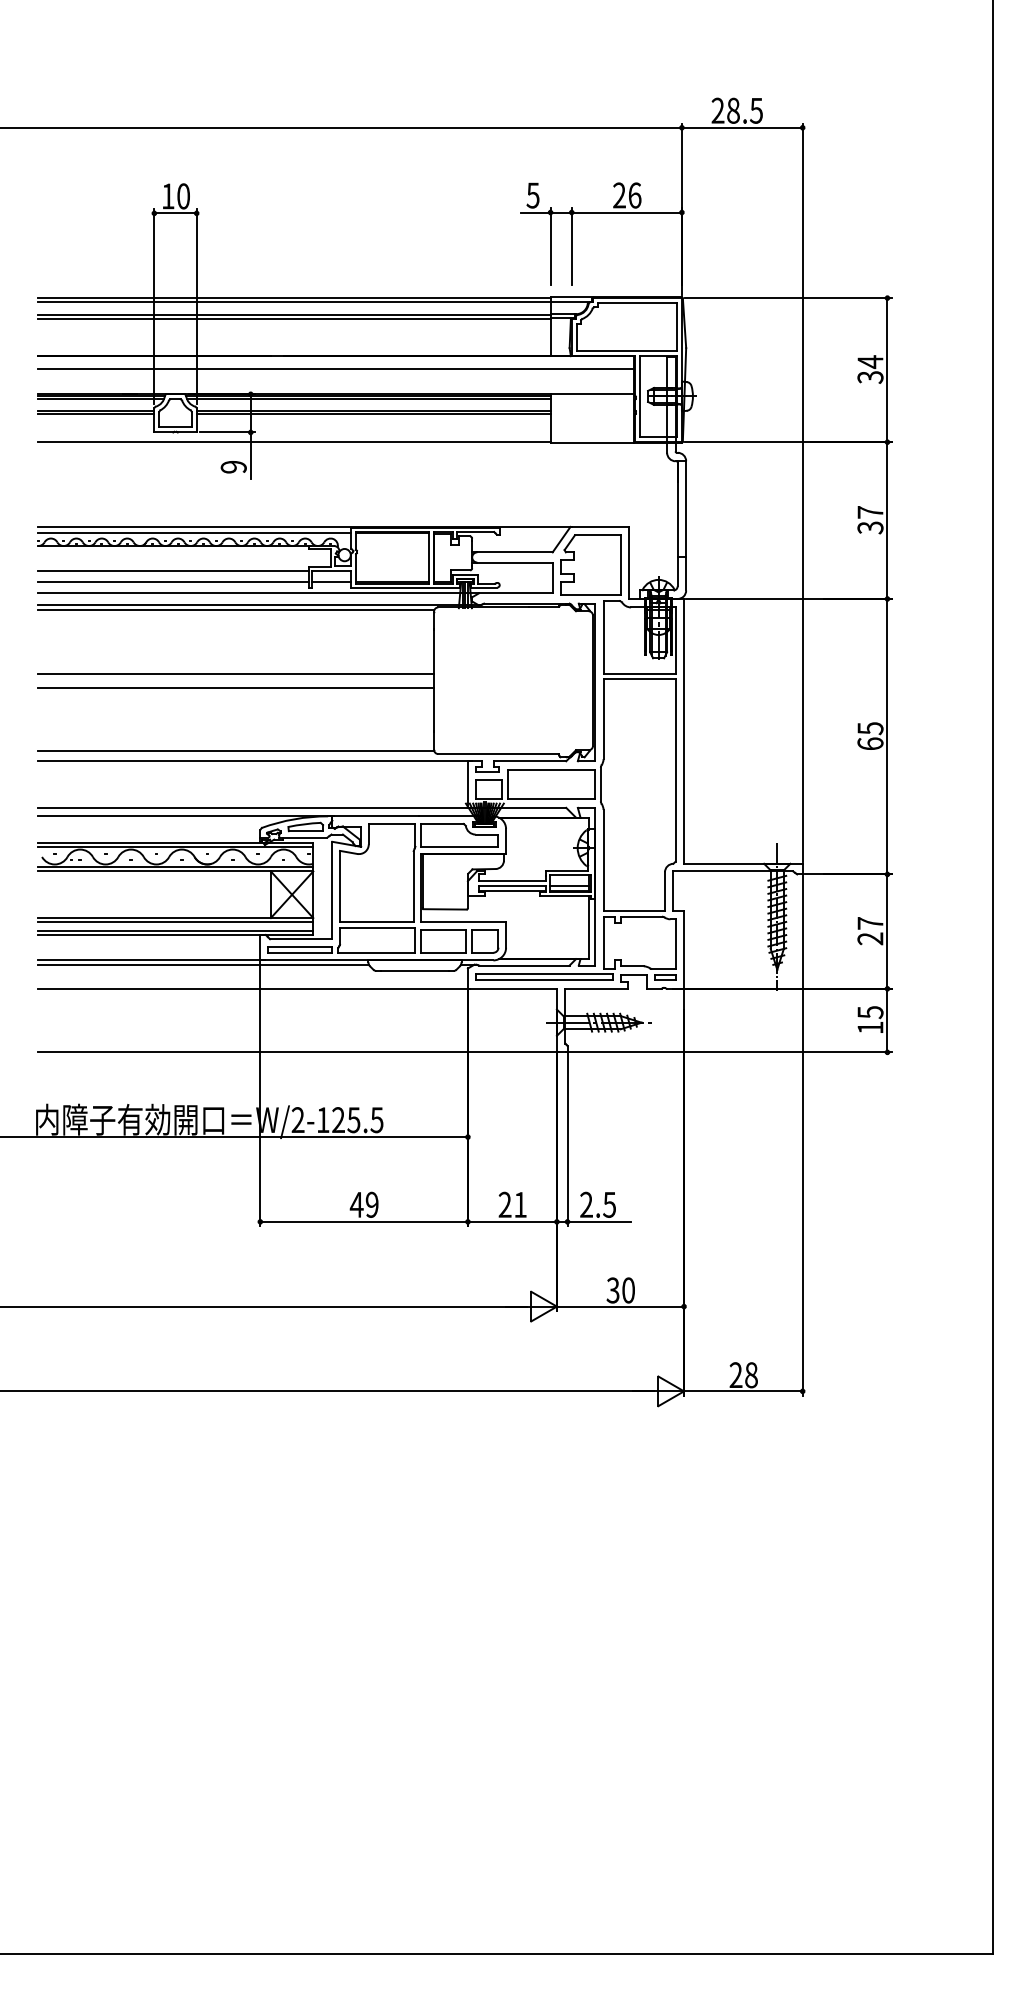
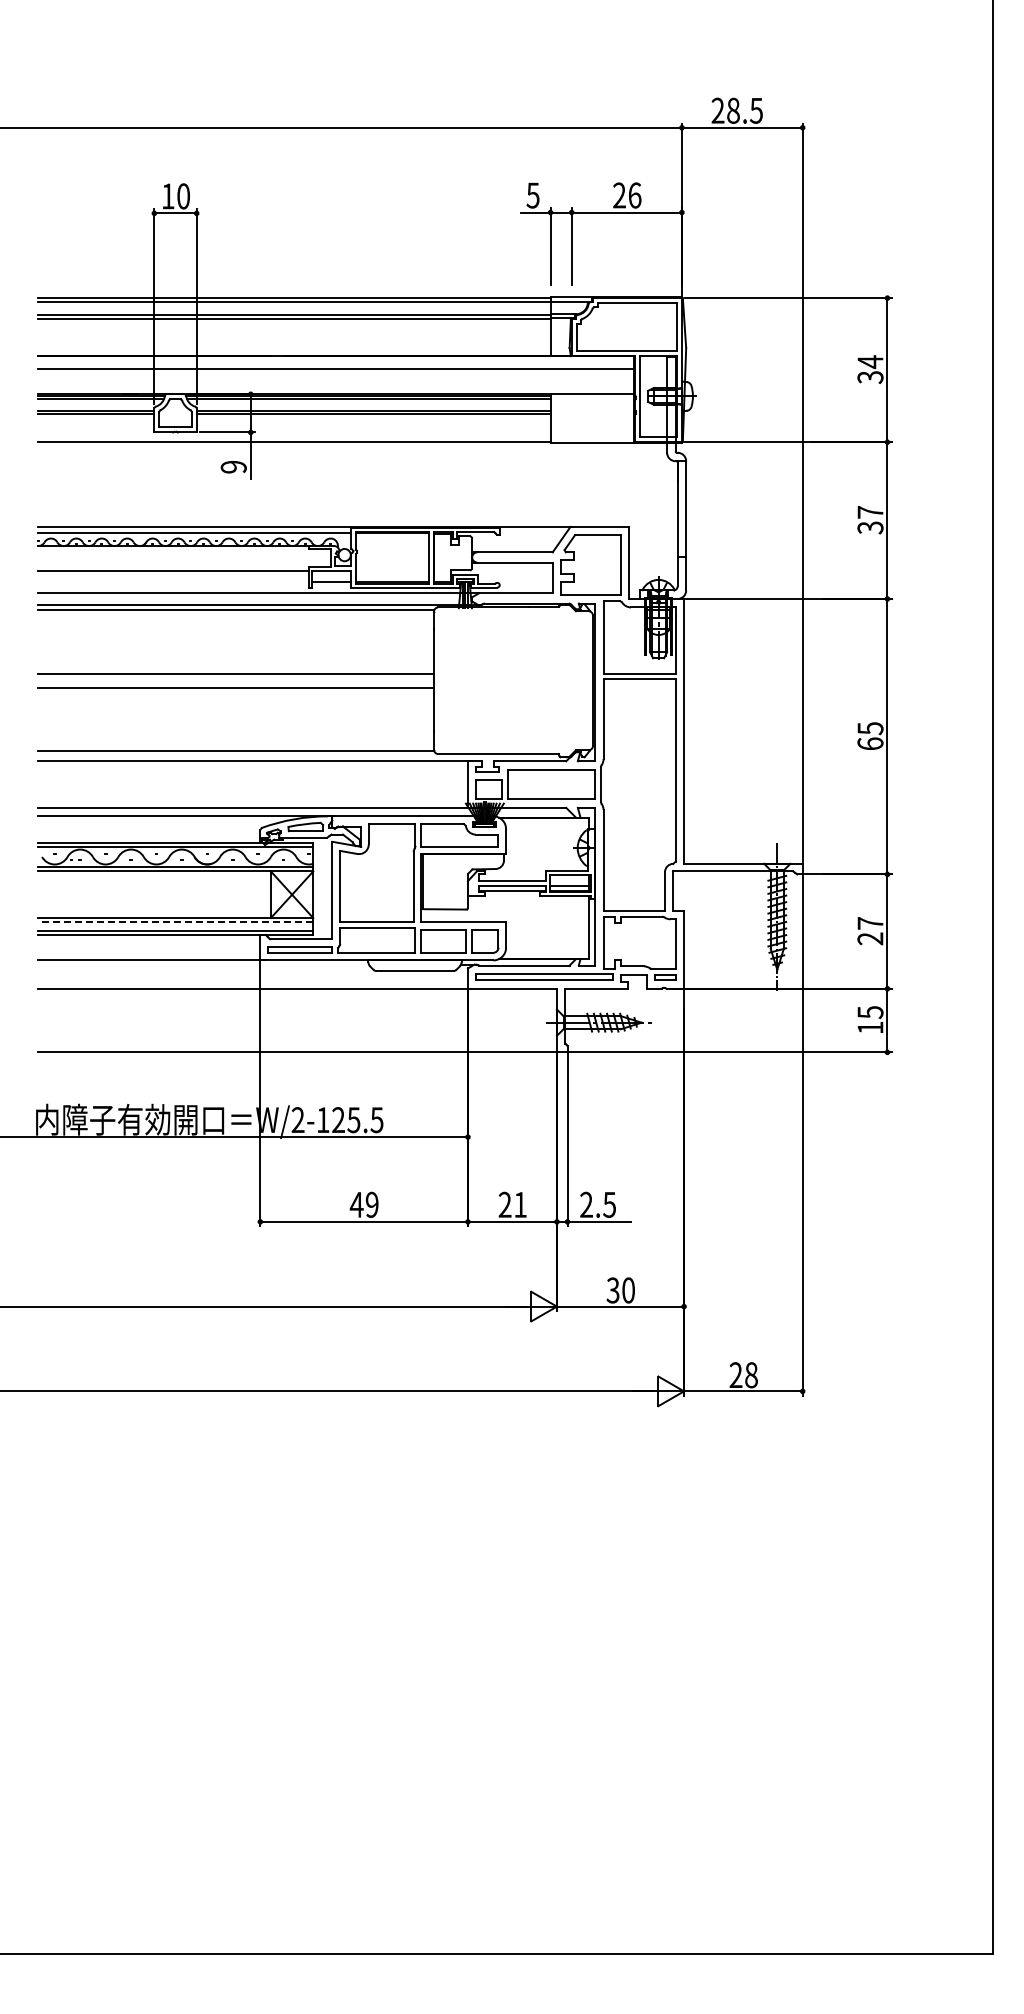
line at (173, 582): present -> none
line at (175, 922): solid -> dashed
line at (202, 964): present -> none
